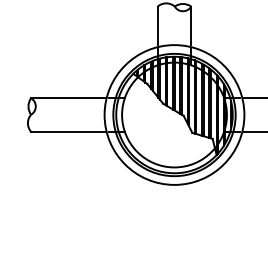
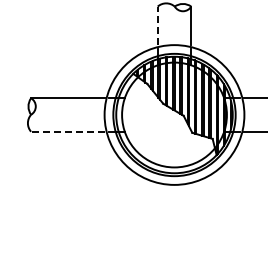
line at (157, 25): solid -> dashed
line at (67, 131): solid -> dashed
